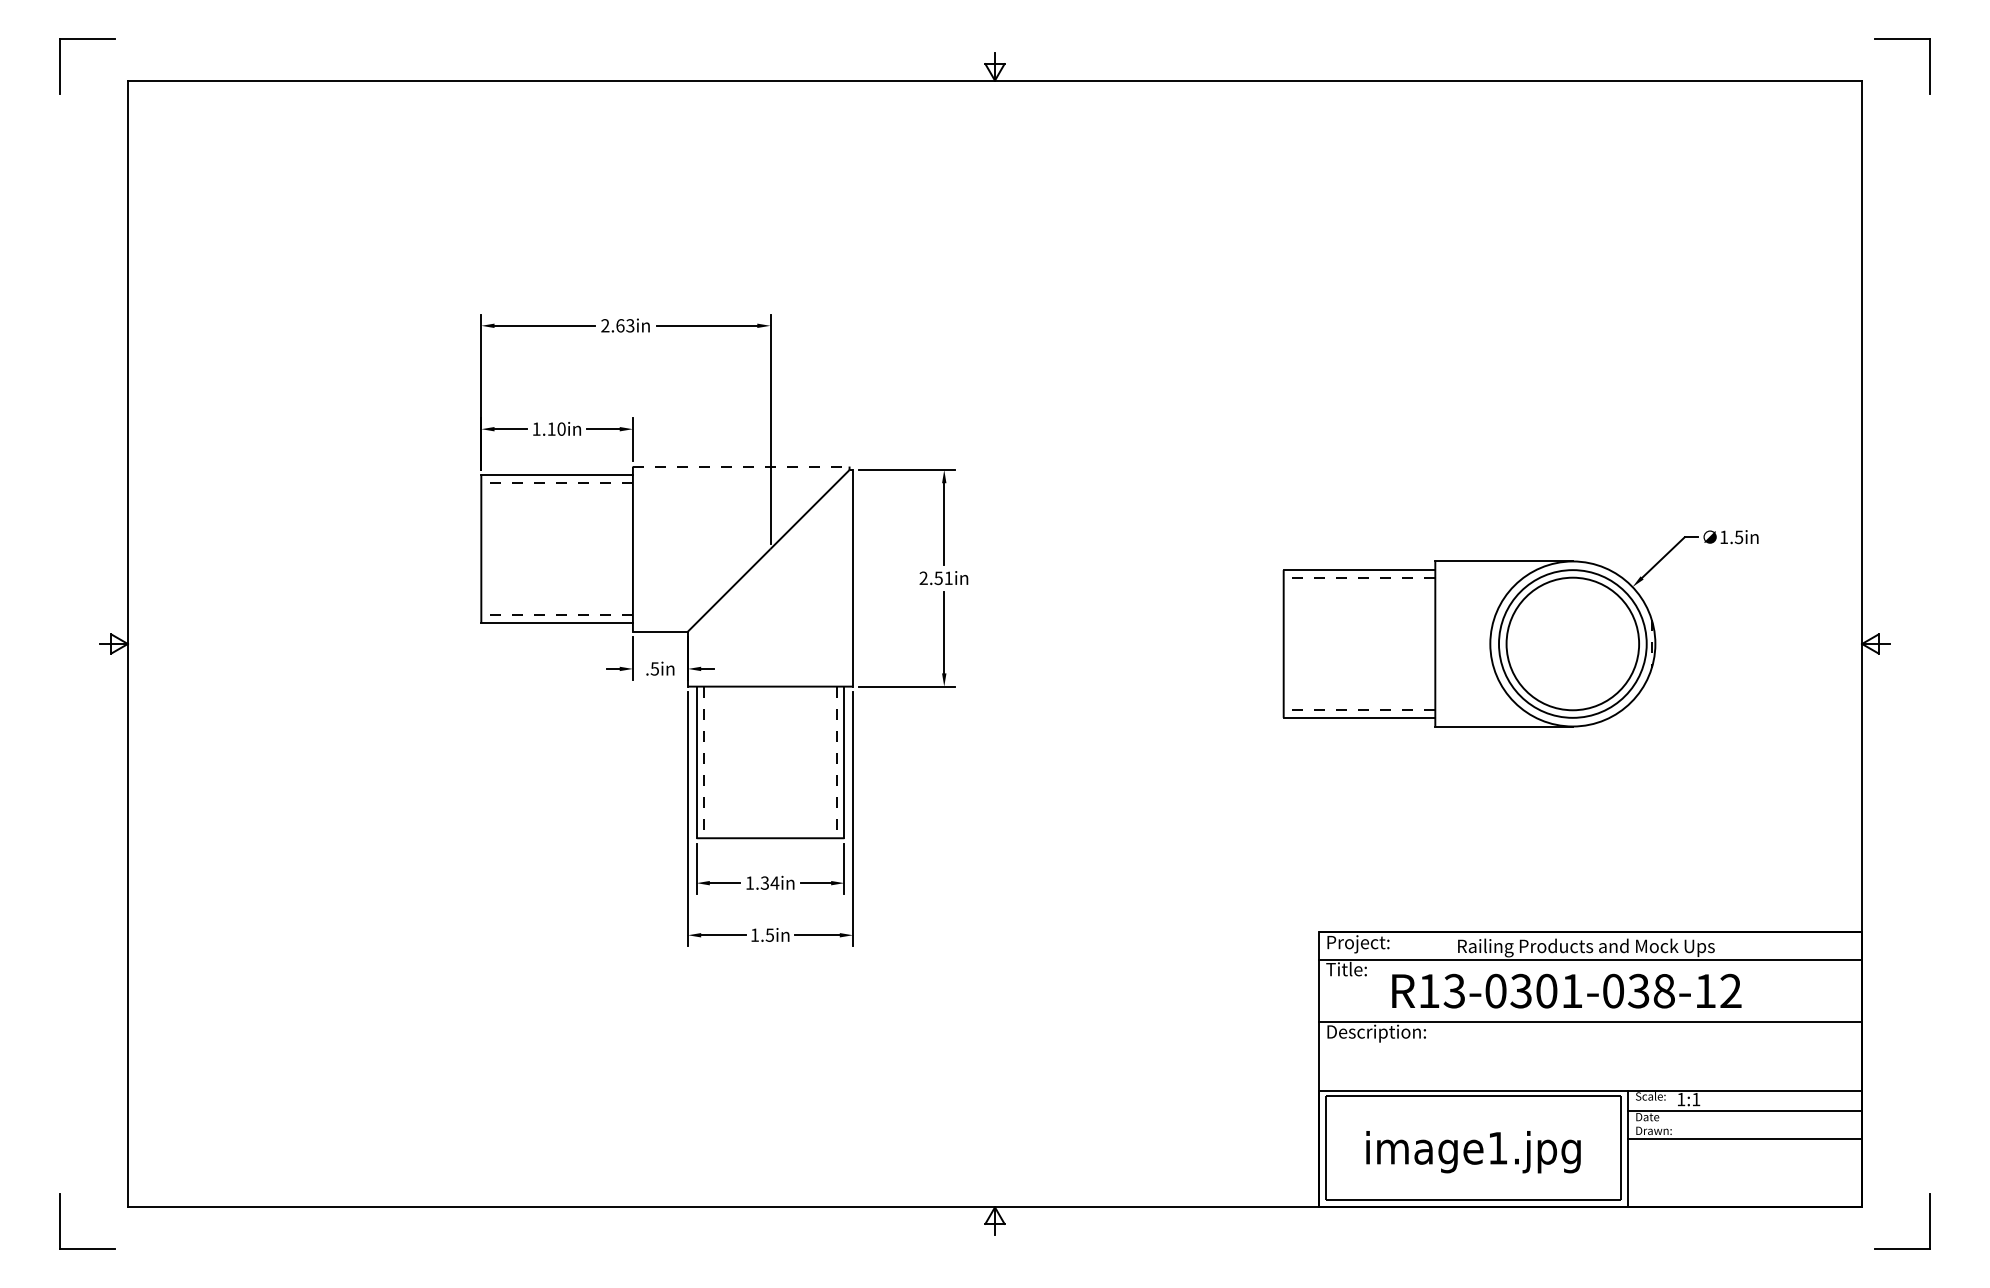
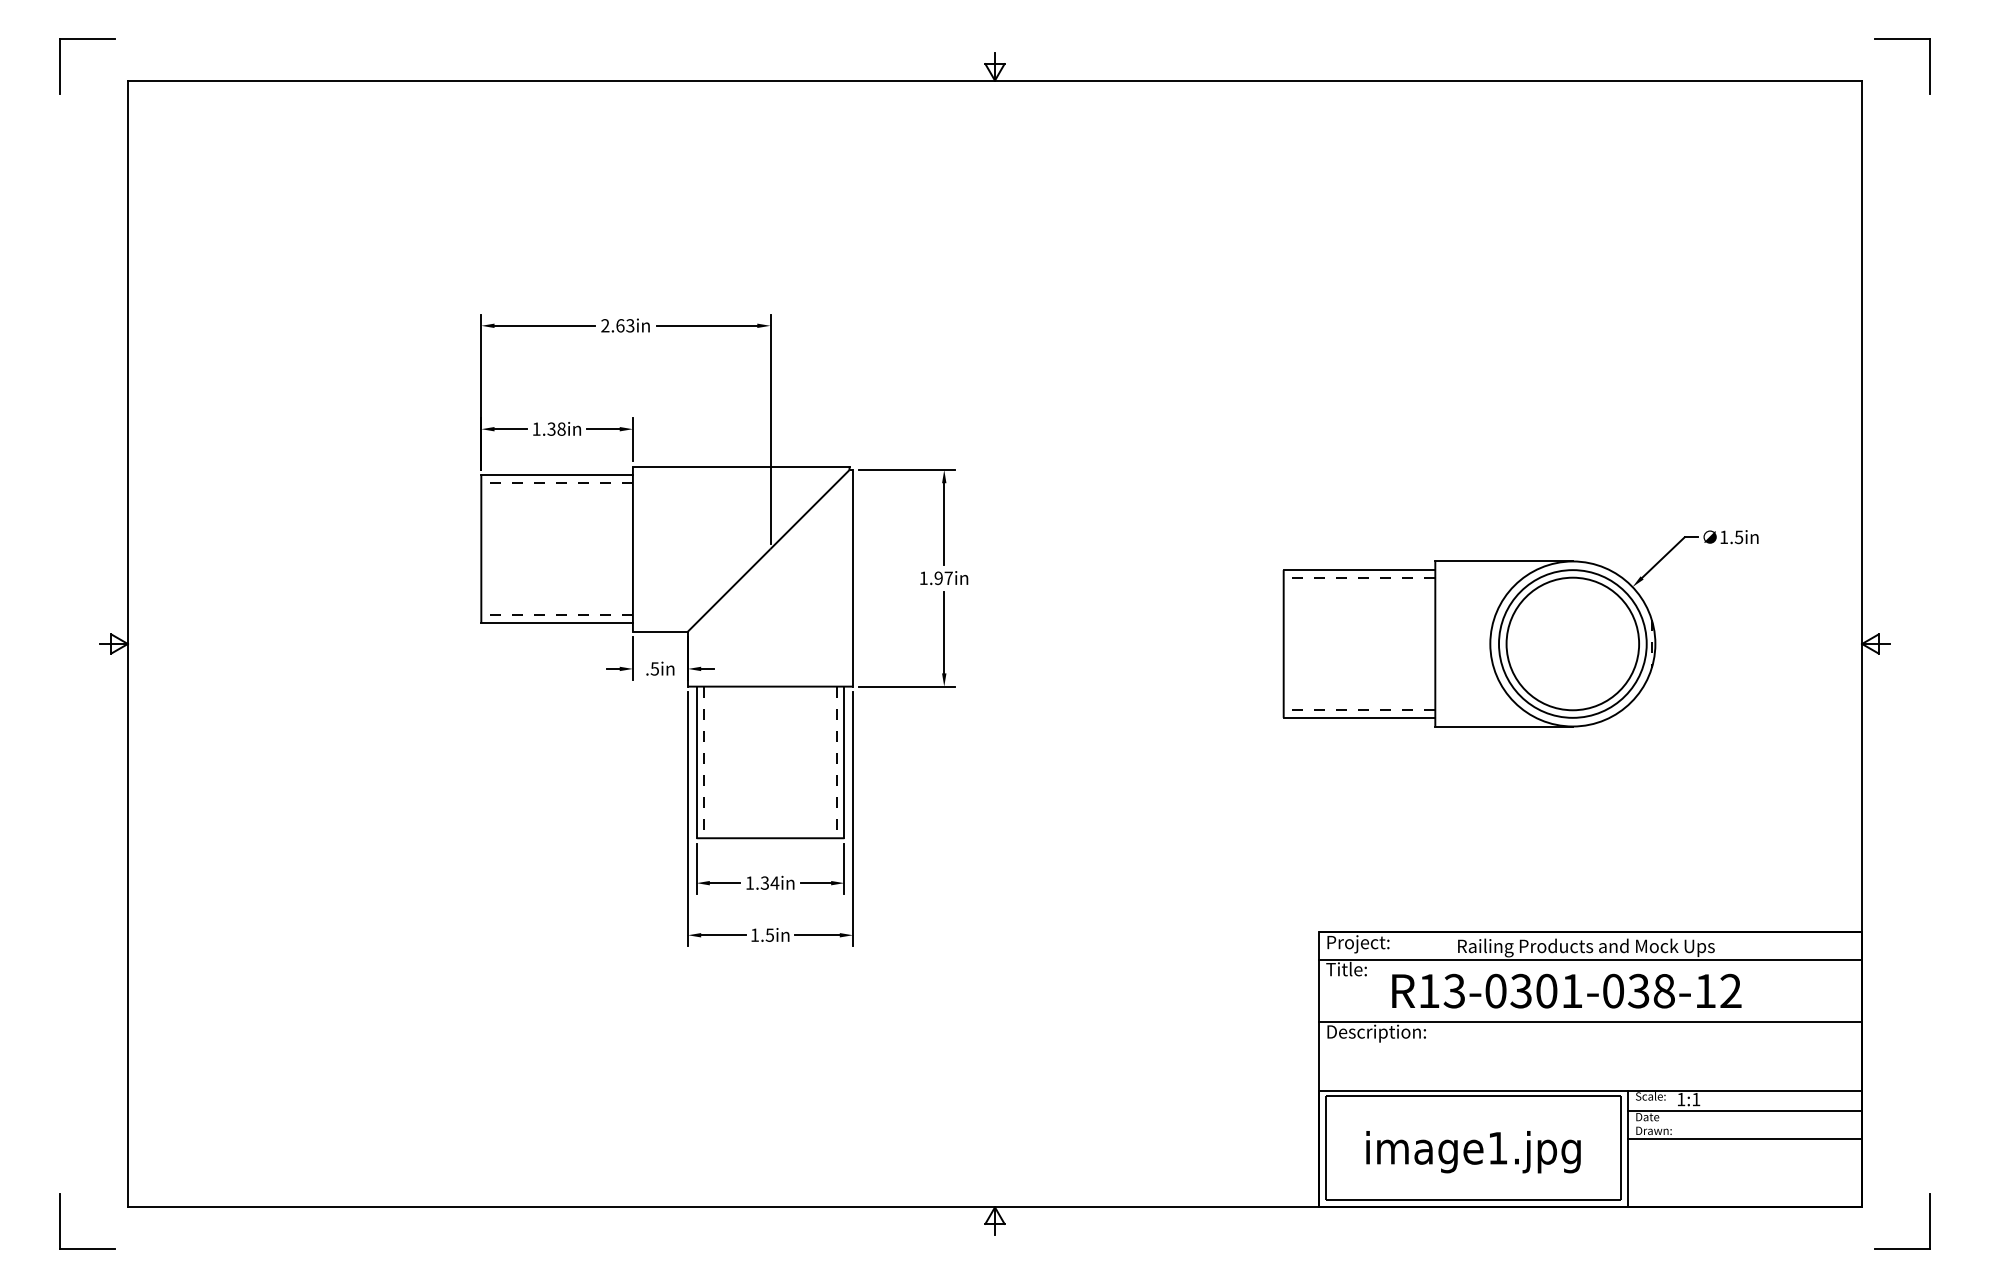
text at (556, 428): 1.10in -> 1.38in
line at (741, 466): dashed -> solid
text at (935, 577): 2.51in -> 1.97in
